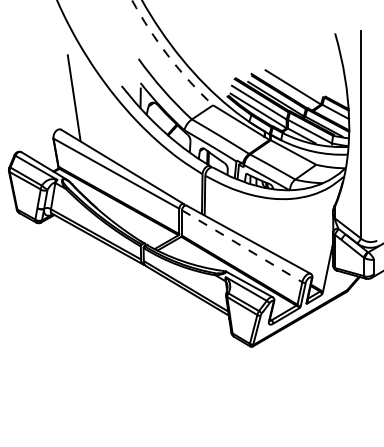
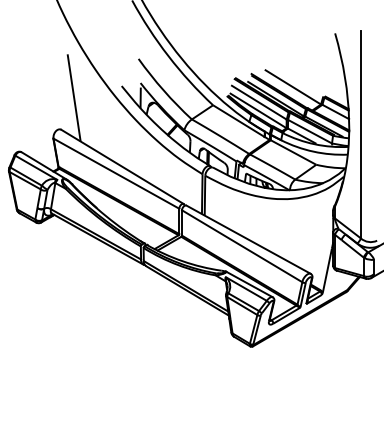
arc at (168, 56): dashed -> solid
line at (242, 246): dashed -> solid
